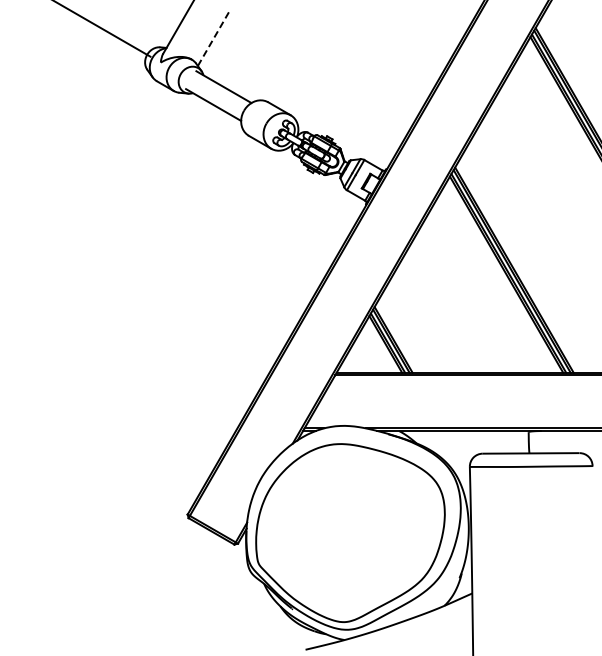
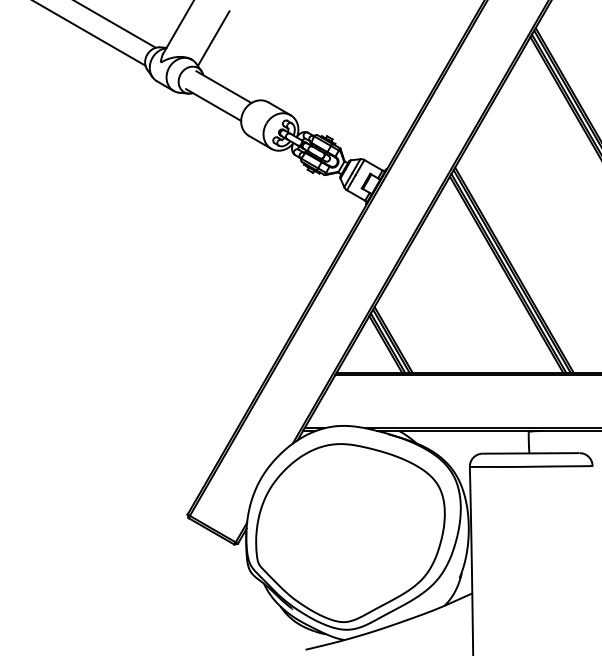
line at (115, 24): none -> present
line at (103, 29) position: (103, 29) -> (90, 33)
line at (213, 38): dashed -> solid
